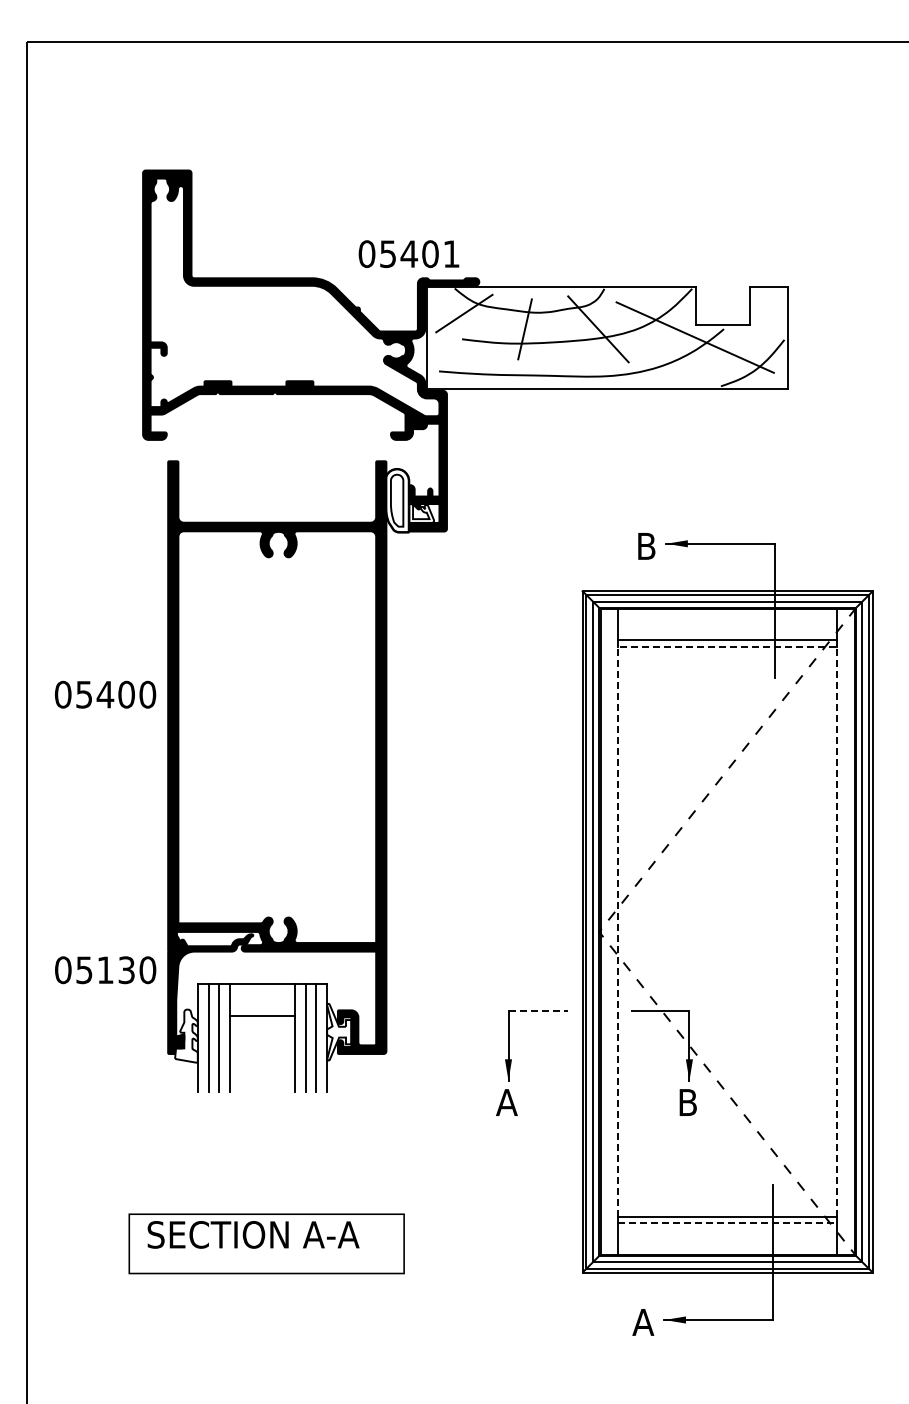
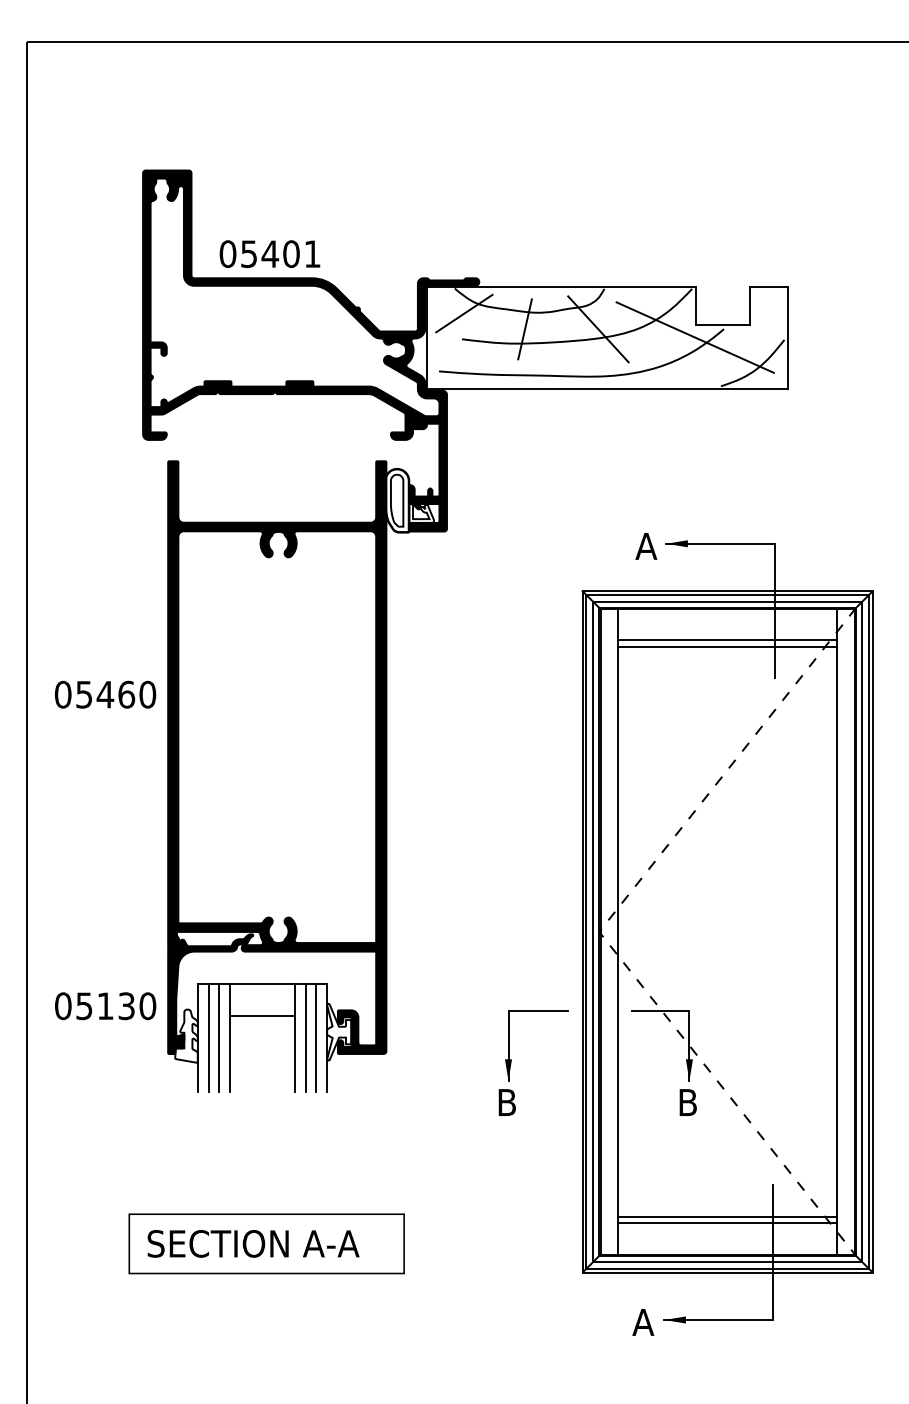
text at (408, 254) position: (408, 254) -> (269, 254)
text at (646, 546): B -> A
line at (728, 646): dashed -> solid
text at (126, 694): 05400 -> 05460
text at (105, 970) position: (105, 970) -> (105, 1006)
line at (538, 1010): dashed -> solid
text at (506, 1102): A -> B
line at (728, 1223): dashed -> solid
text at (253, 1234) position: (253, 1234) -> (253, 1243)
